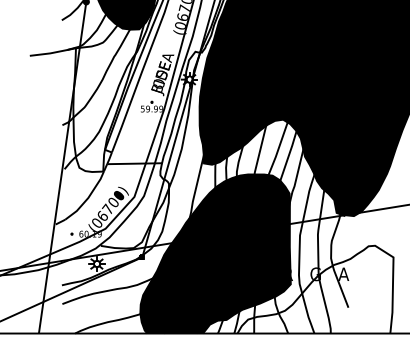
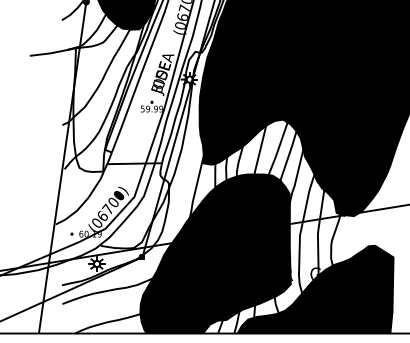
fill at (315, 289): none -> present
